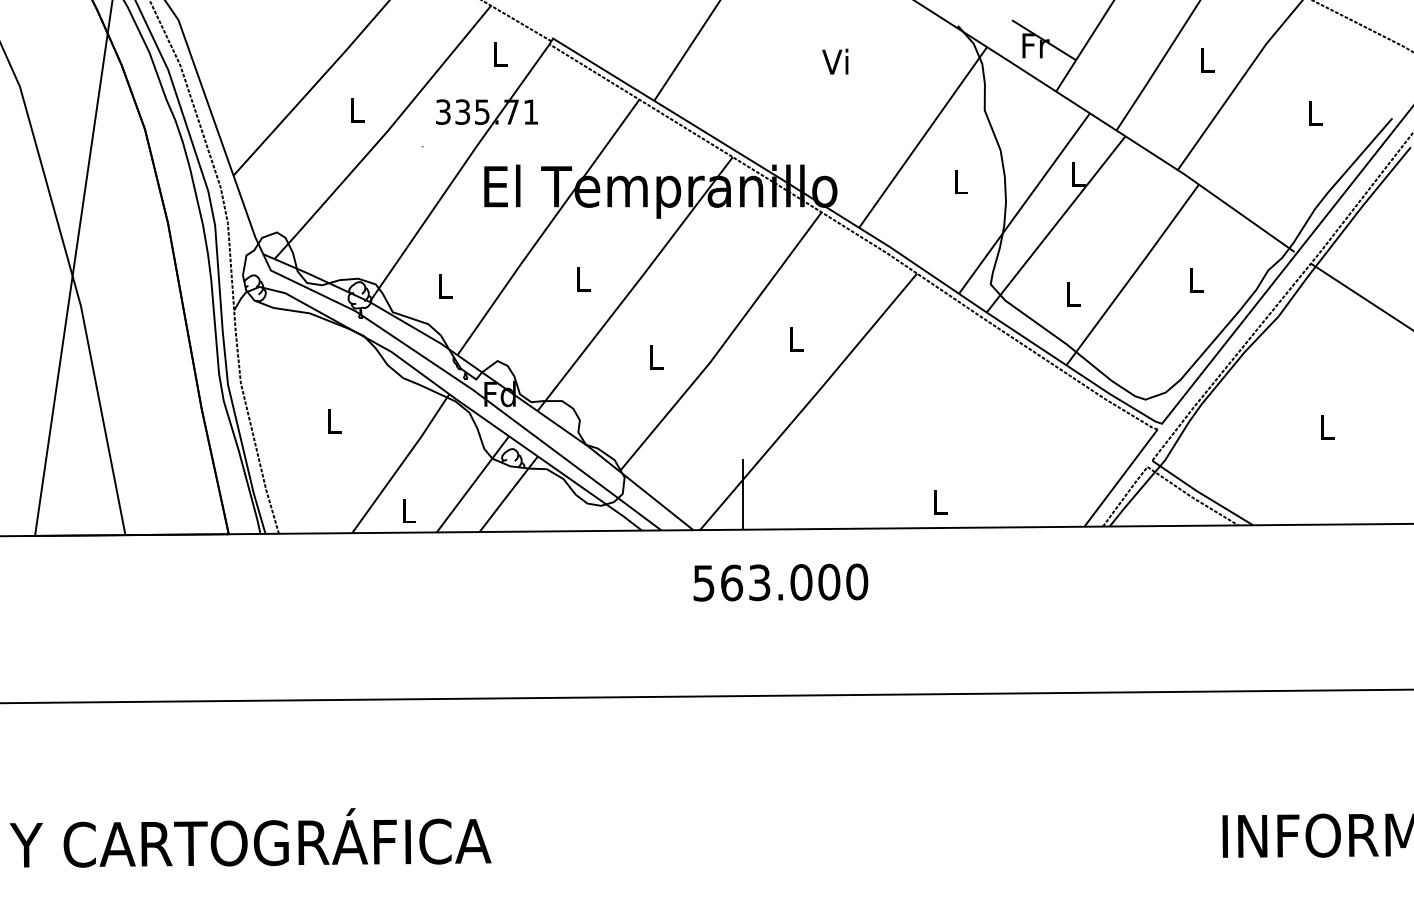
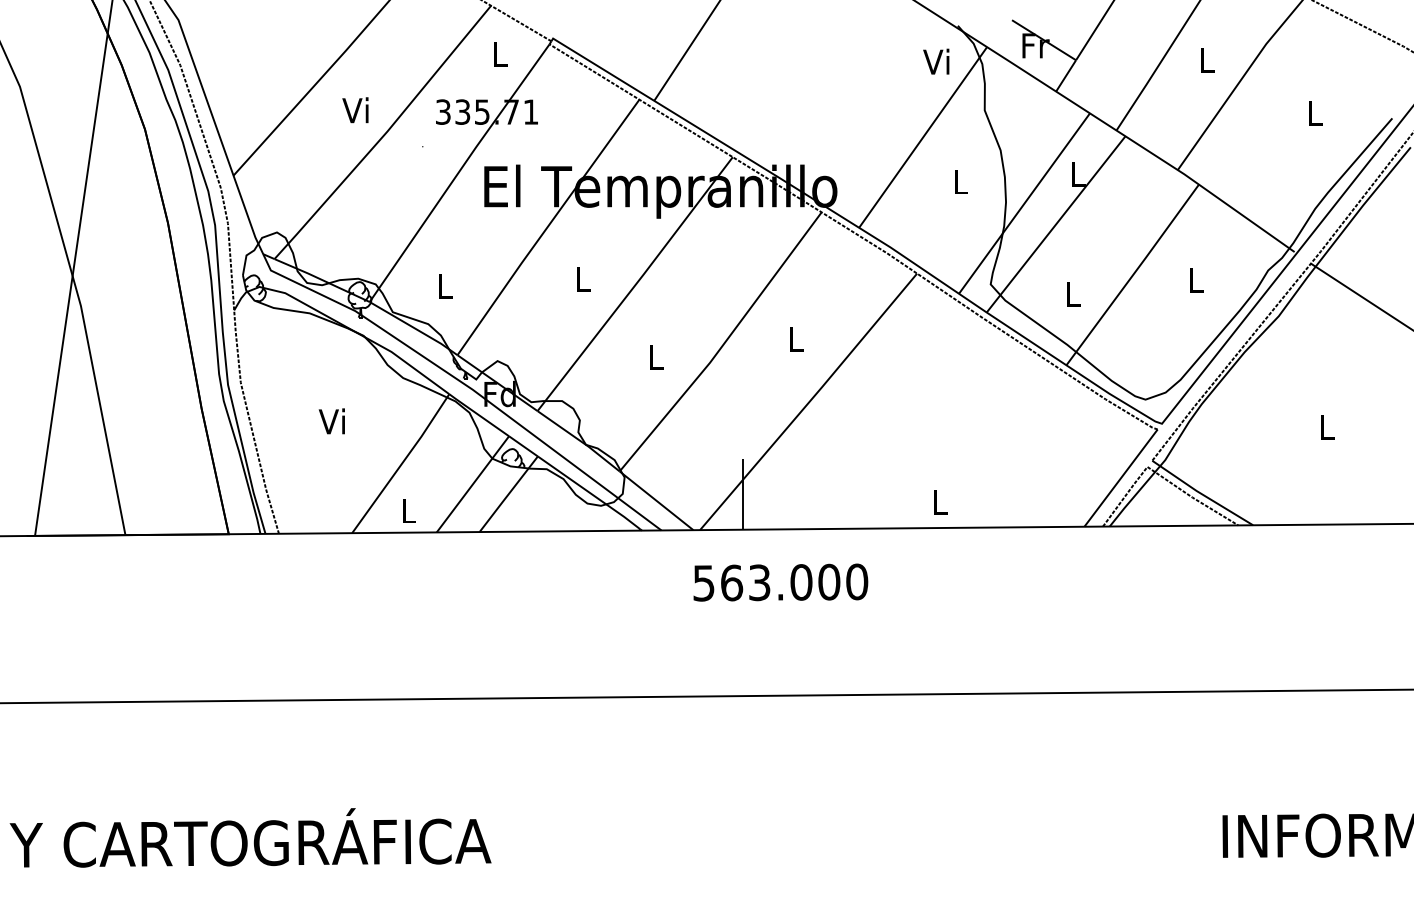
text at (835, 61) position: (835, 61) -> (936, 61)
text at (355, 110): L -> Vi
text at (331, 421): L -> Vi
